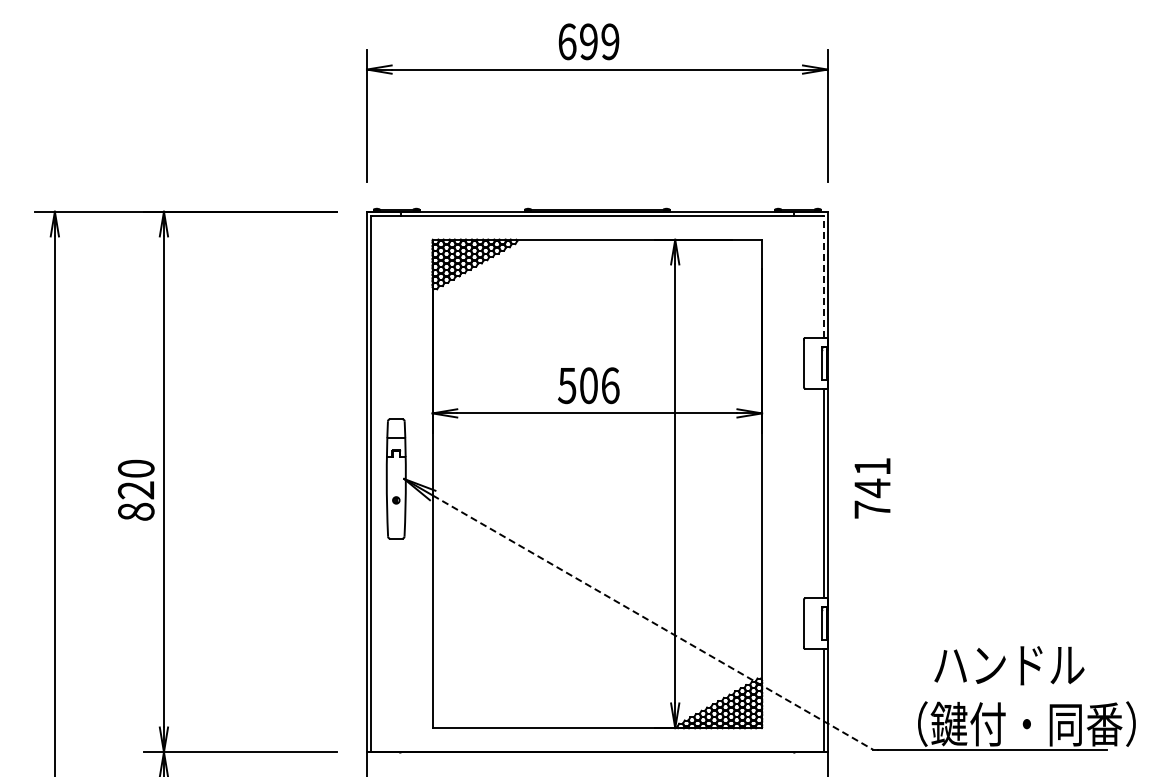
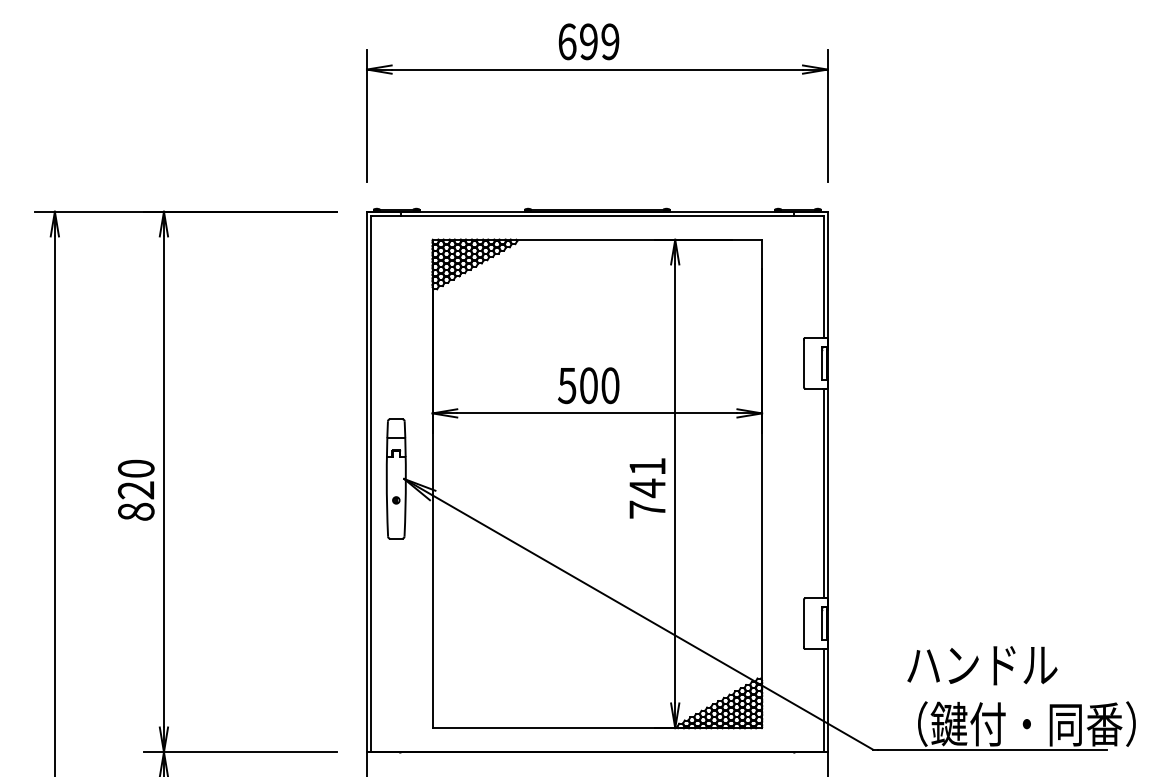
line at (823, 277): dashed -> solid
text at (610, 385): 506 -> 500
text at (872, 488) position: (872, 488) -> (647, 488)
line at (653, 622): dashed -> solid
text at (1009, 665) position: (1009, 665) -> (982, 665)
